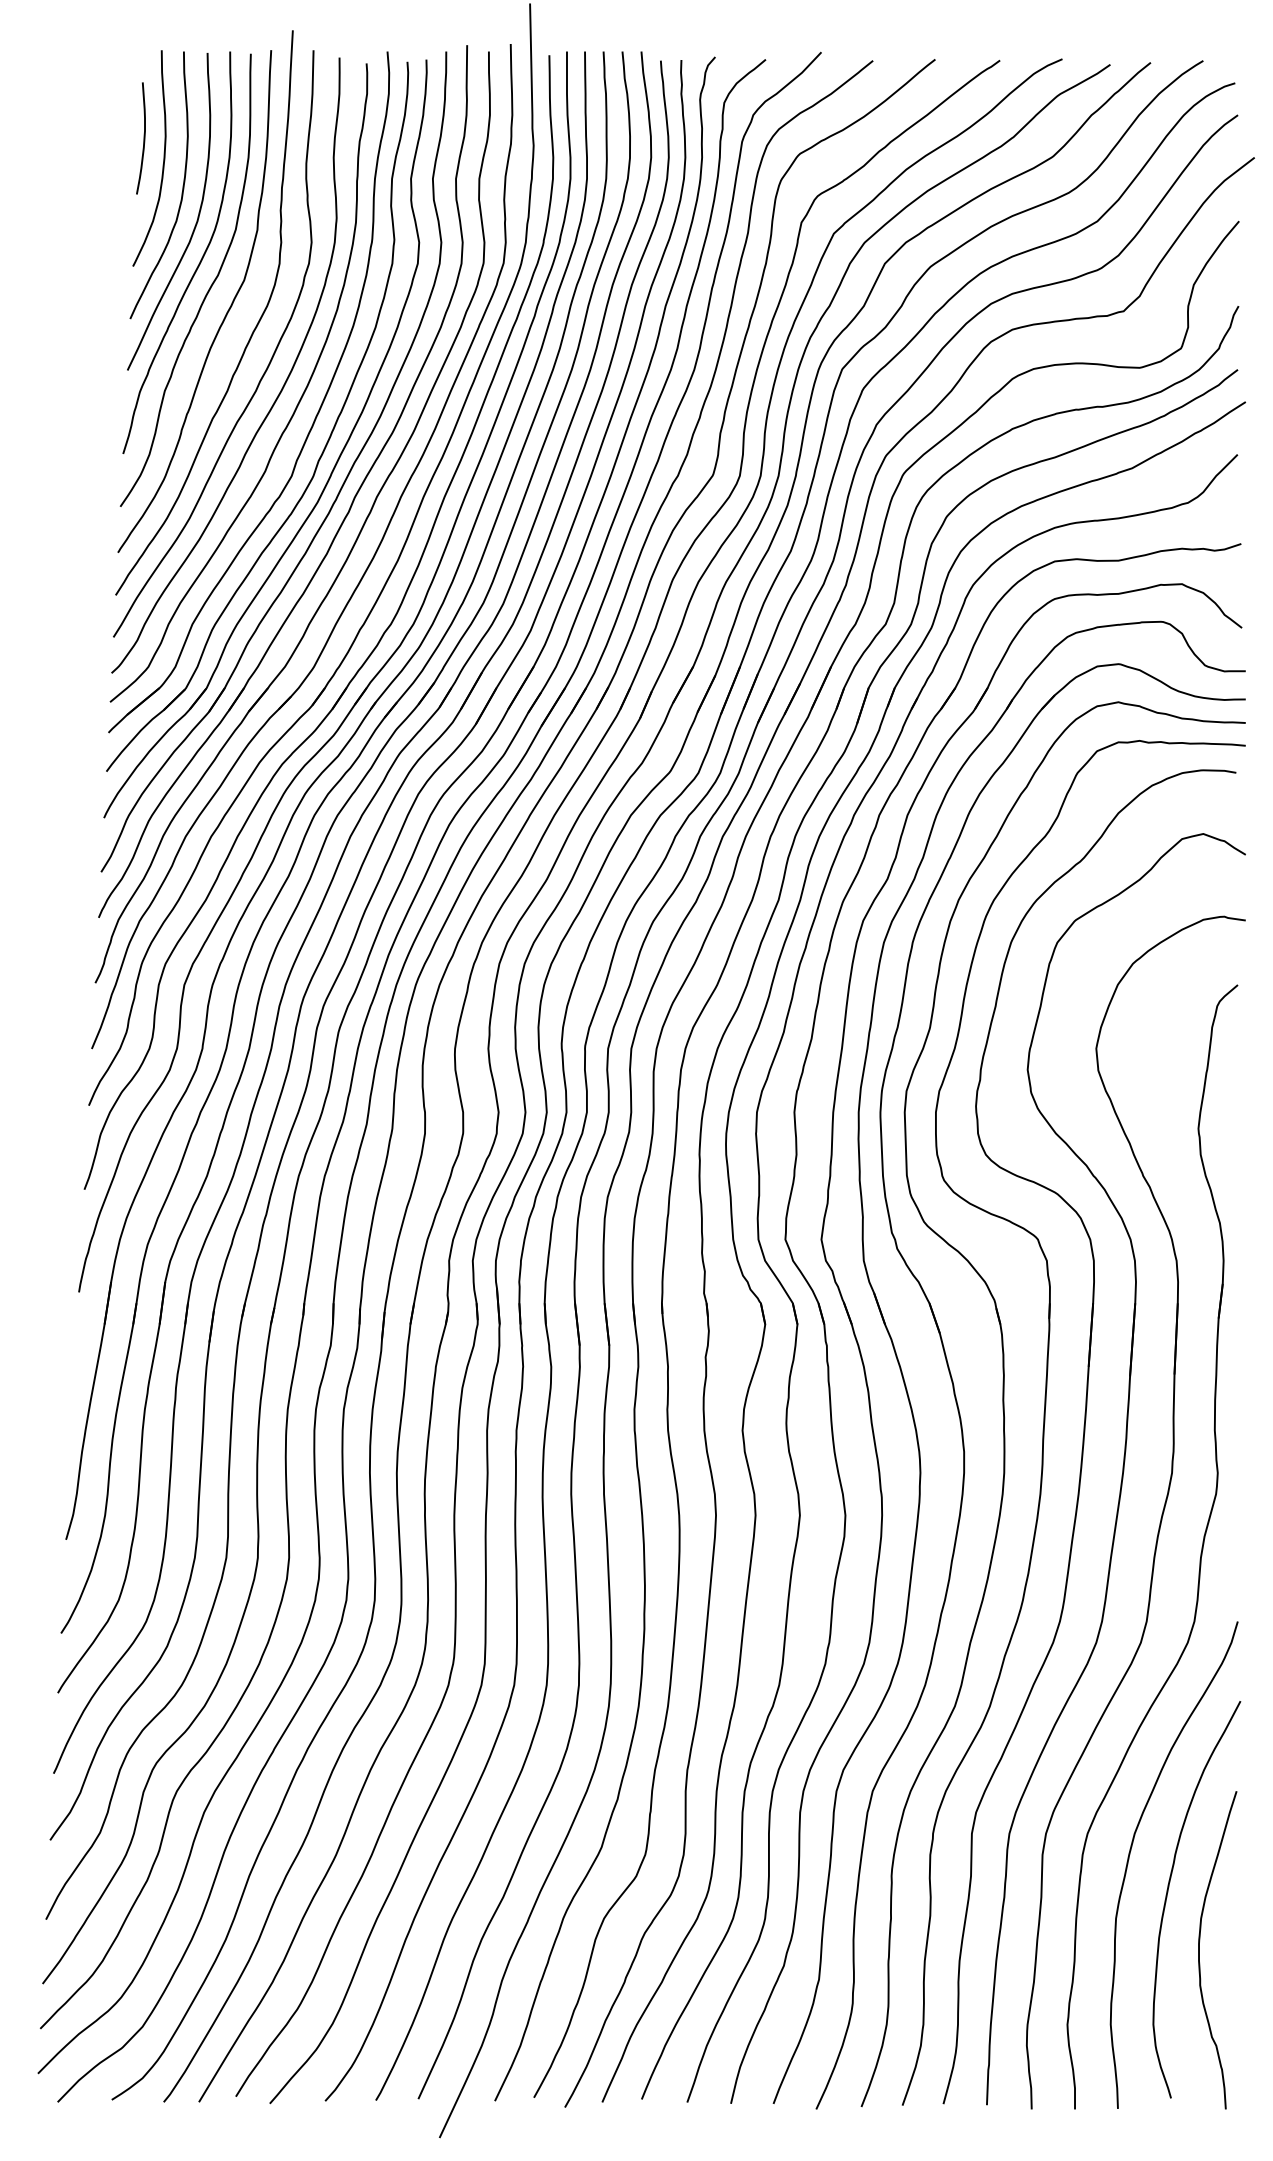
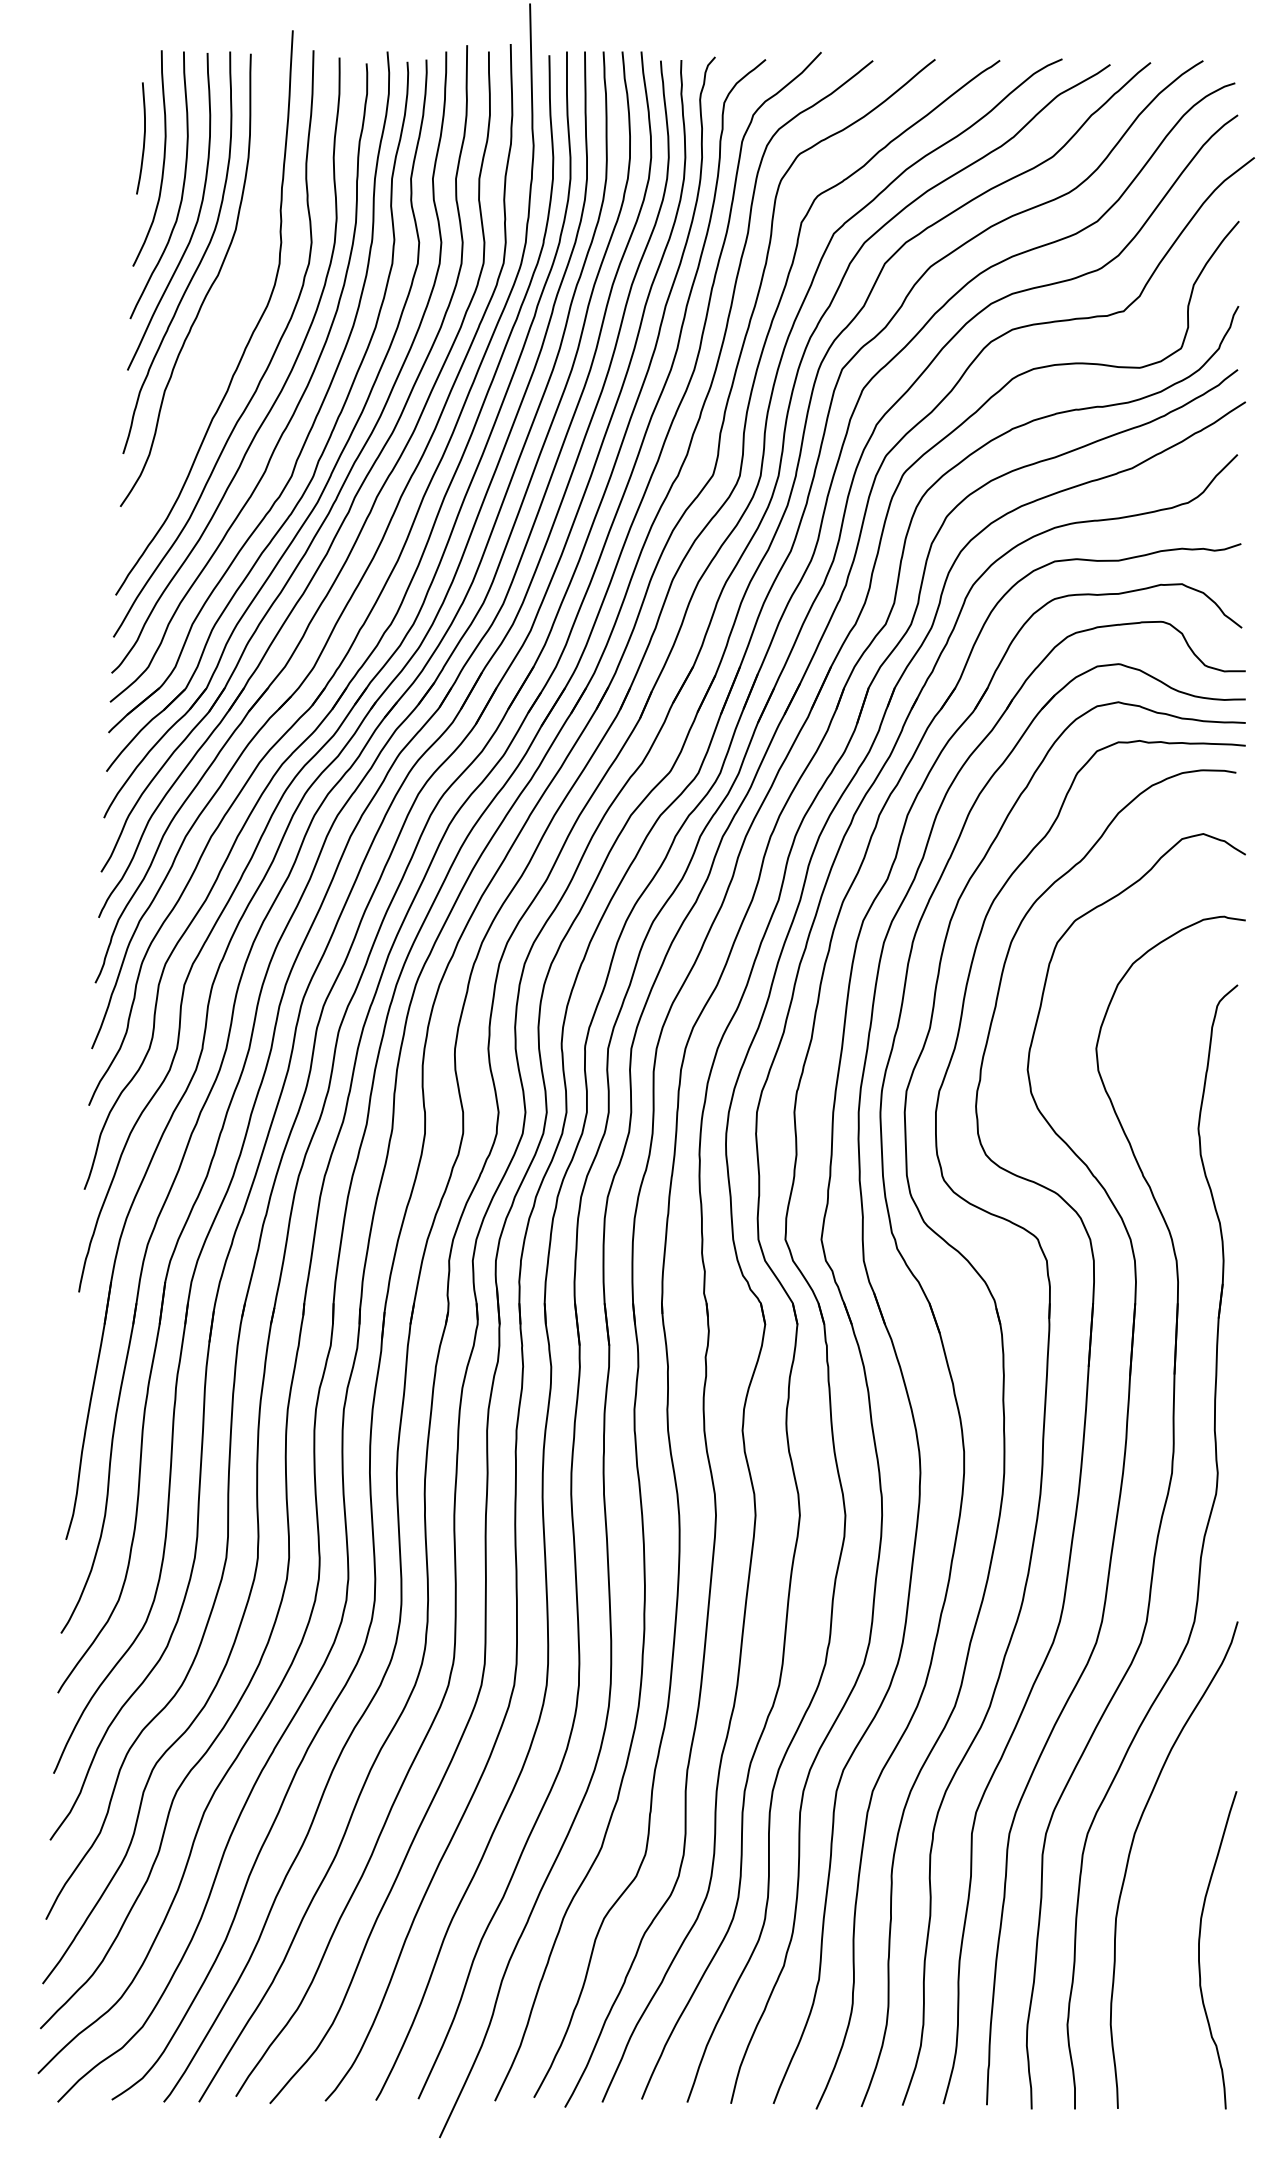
curve at (224, 316): present -> none
curve at (1168, 1892): present -> none
